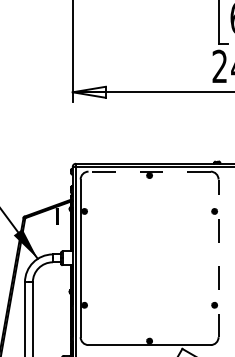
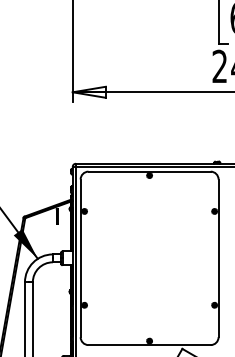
line at (149, 171): dashed -> solid
line at (218, 258): dashed -> solid
